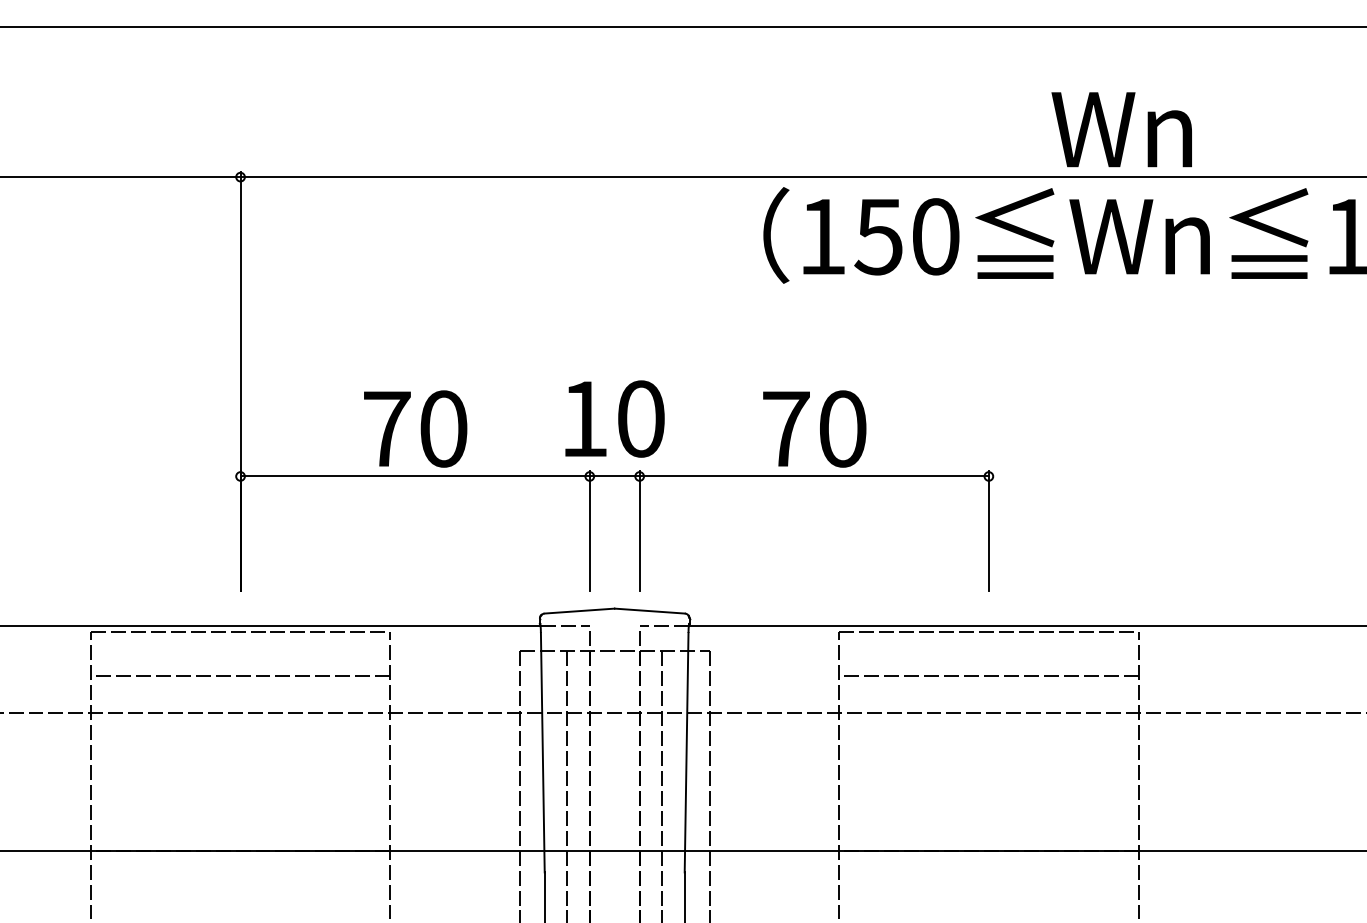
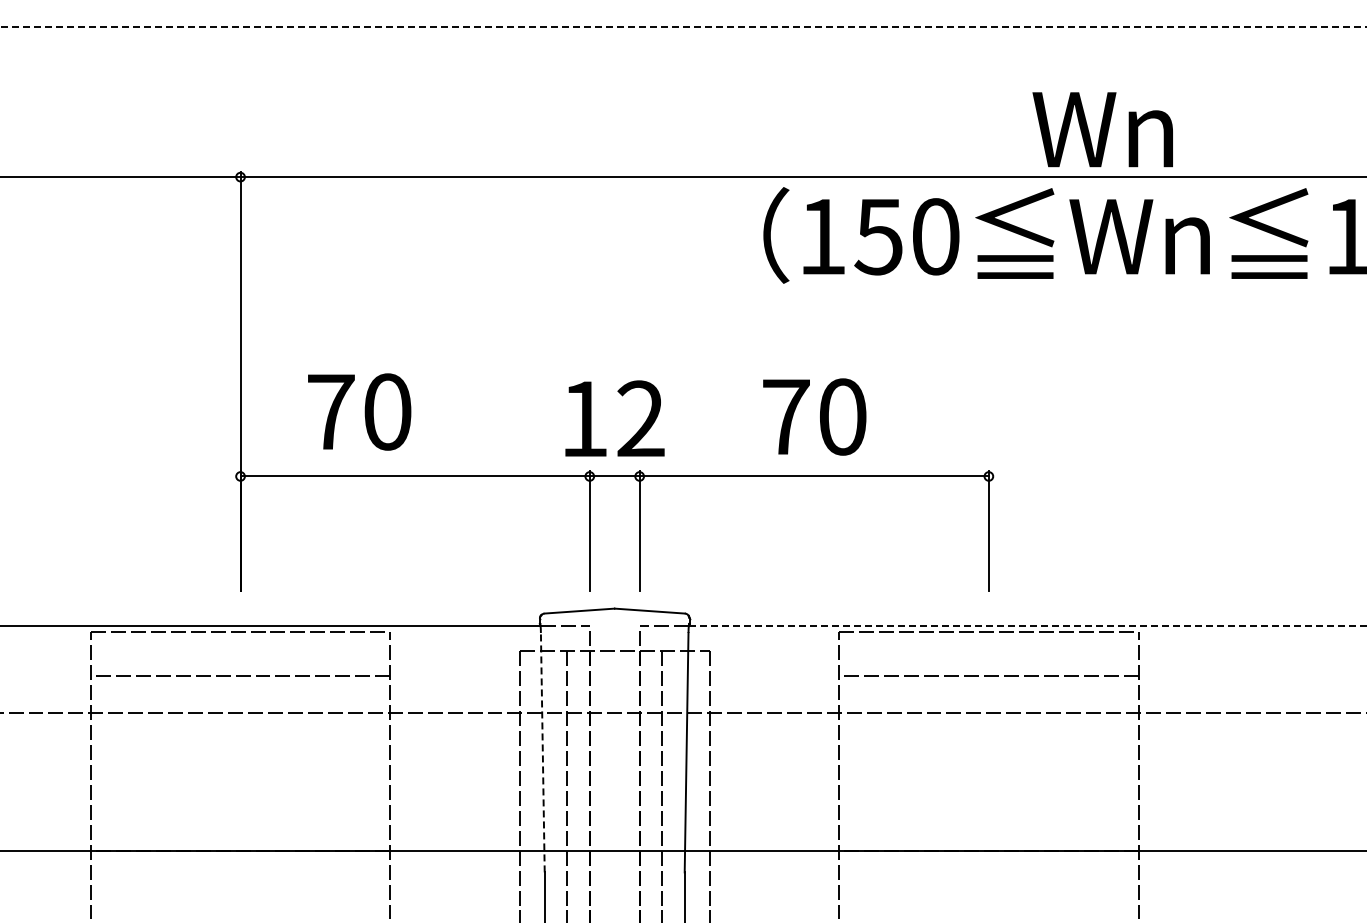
line at (683, 27): solid -> dashed
text at (1121, 129) position: (1121, 129) -> (1102, 129)
text at (640, 418): 10 -> 12
text at (415, 428) position: (415, 428) -> (359, 411)
text at (814, 428) position: (814, 428) -> (814, 416)
line at (1027, 626): solid -> dashed
line at (542, 752): solid -> dashed
